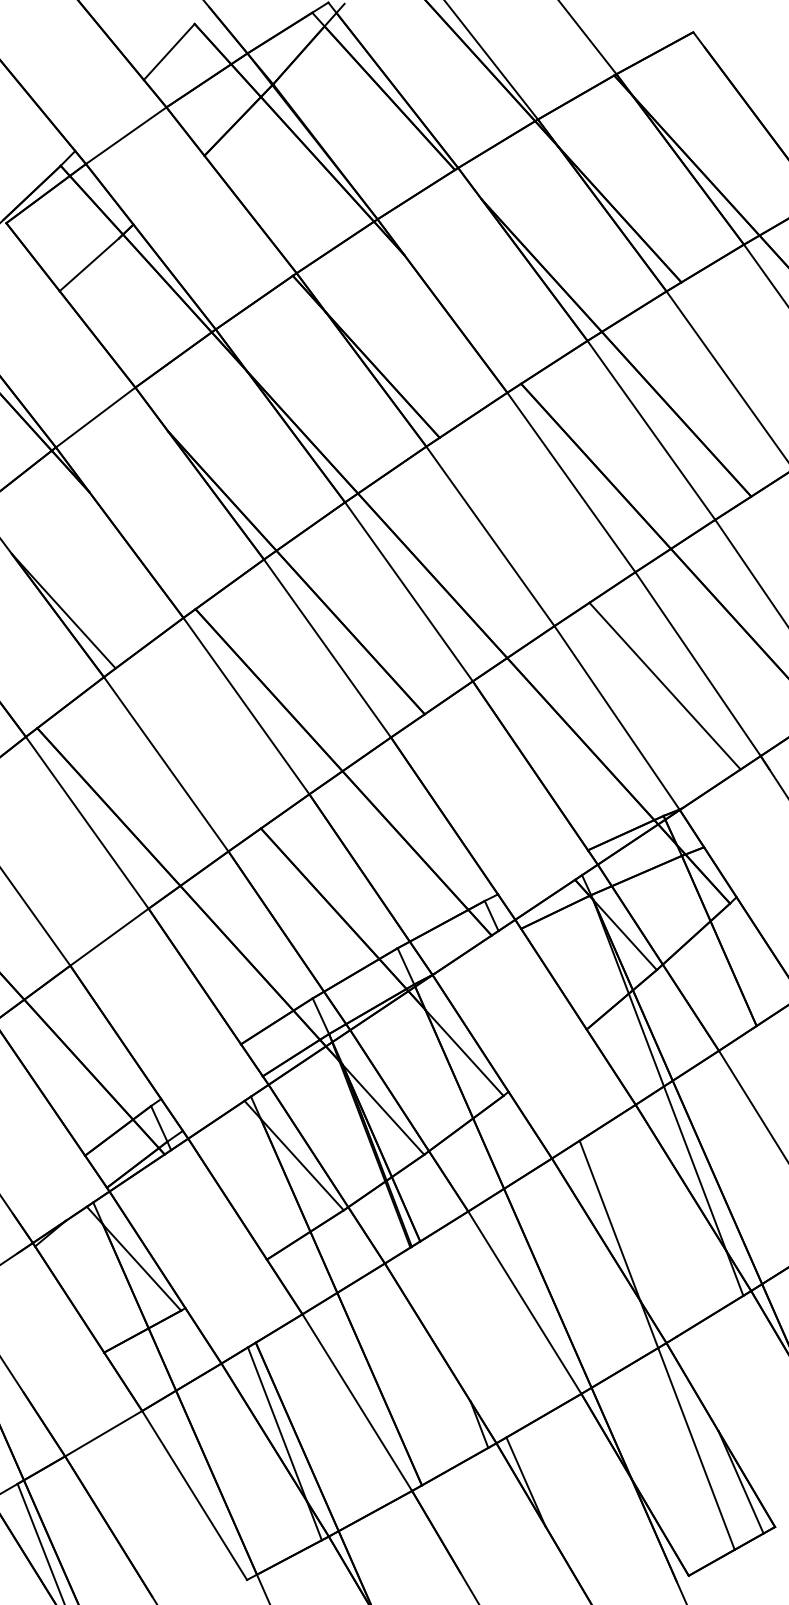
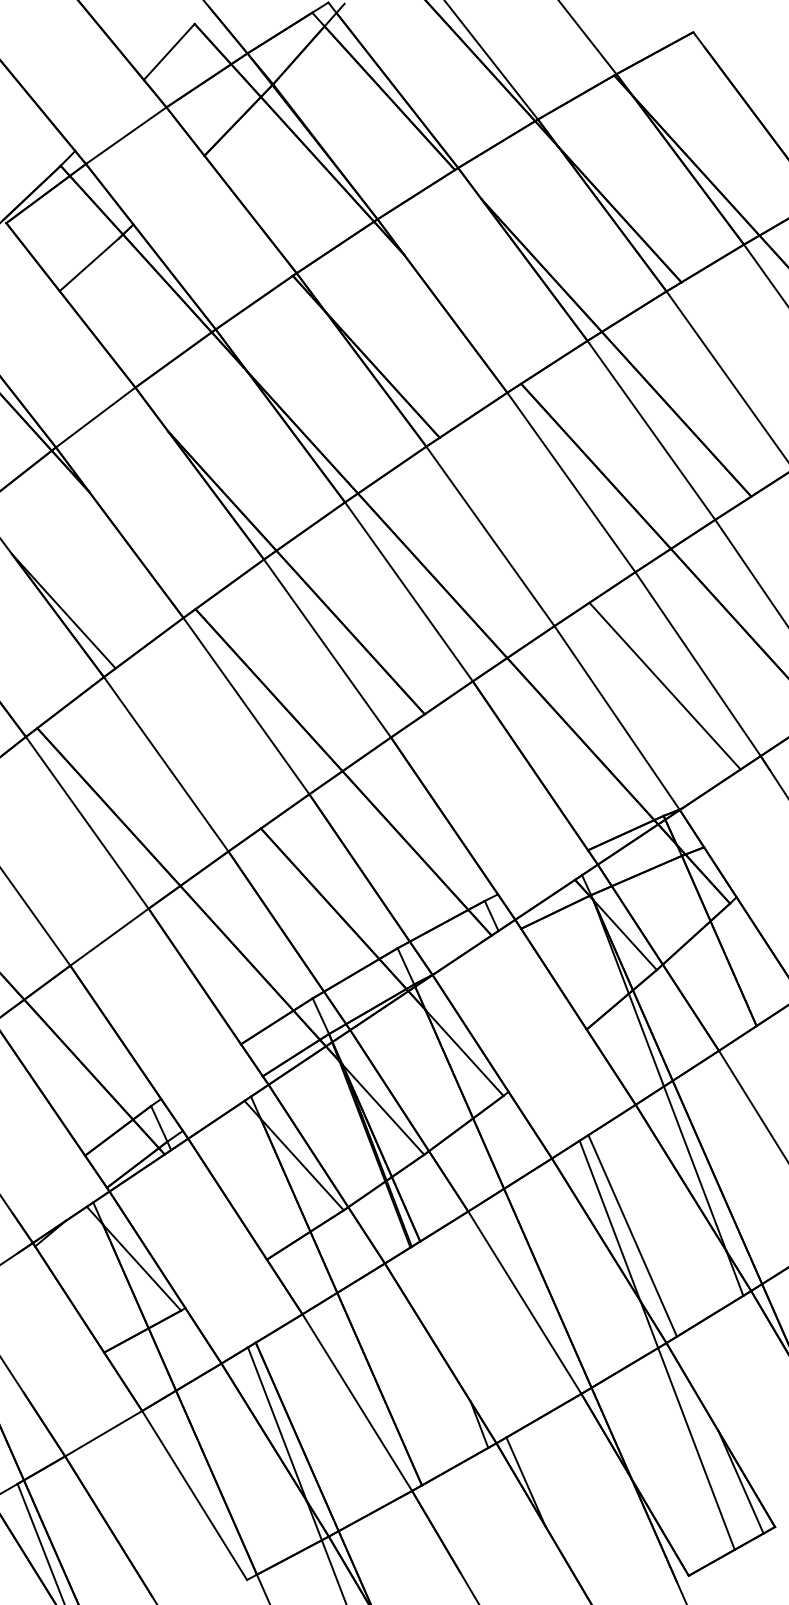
line at (632, 1235): none -> present
line at (333, 1570): none -> present
